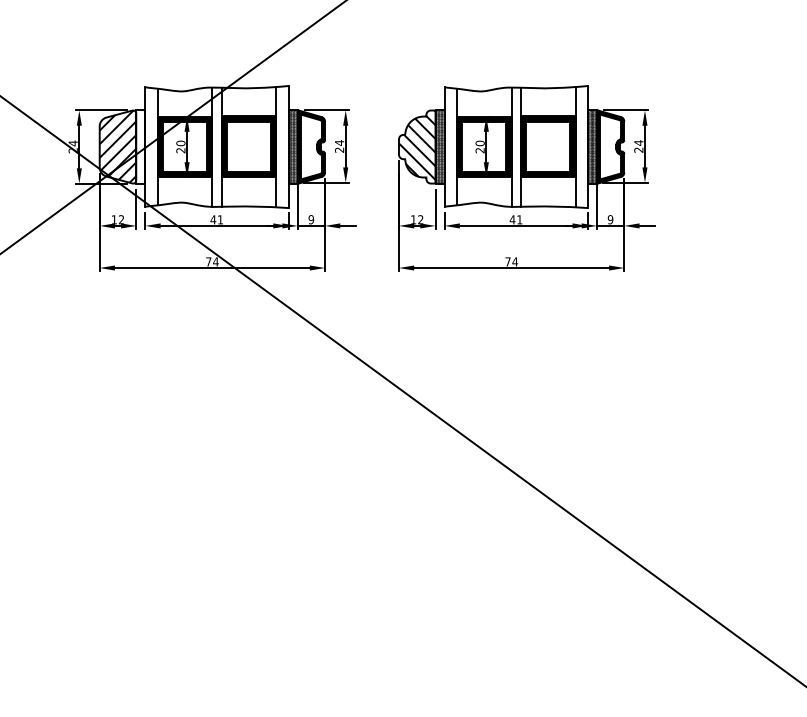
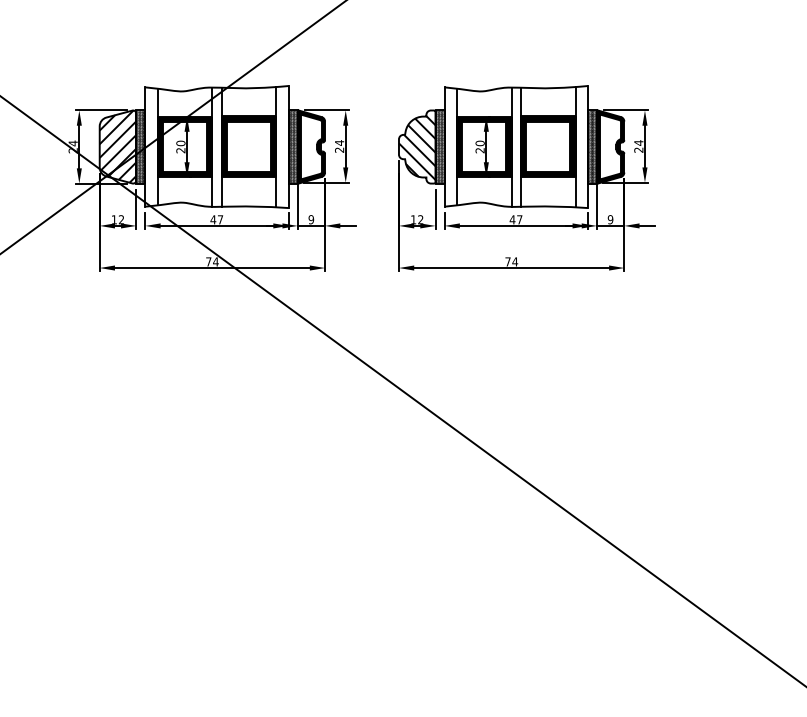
hatch at (140, 146): none -> present
text at (220, 219): 41 -> 47
text at (519, 219): 41 -> 47
